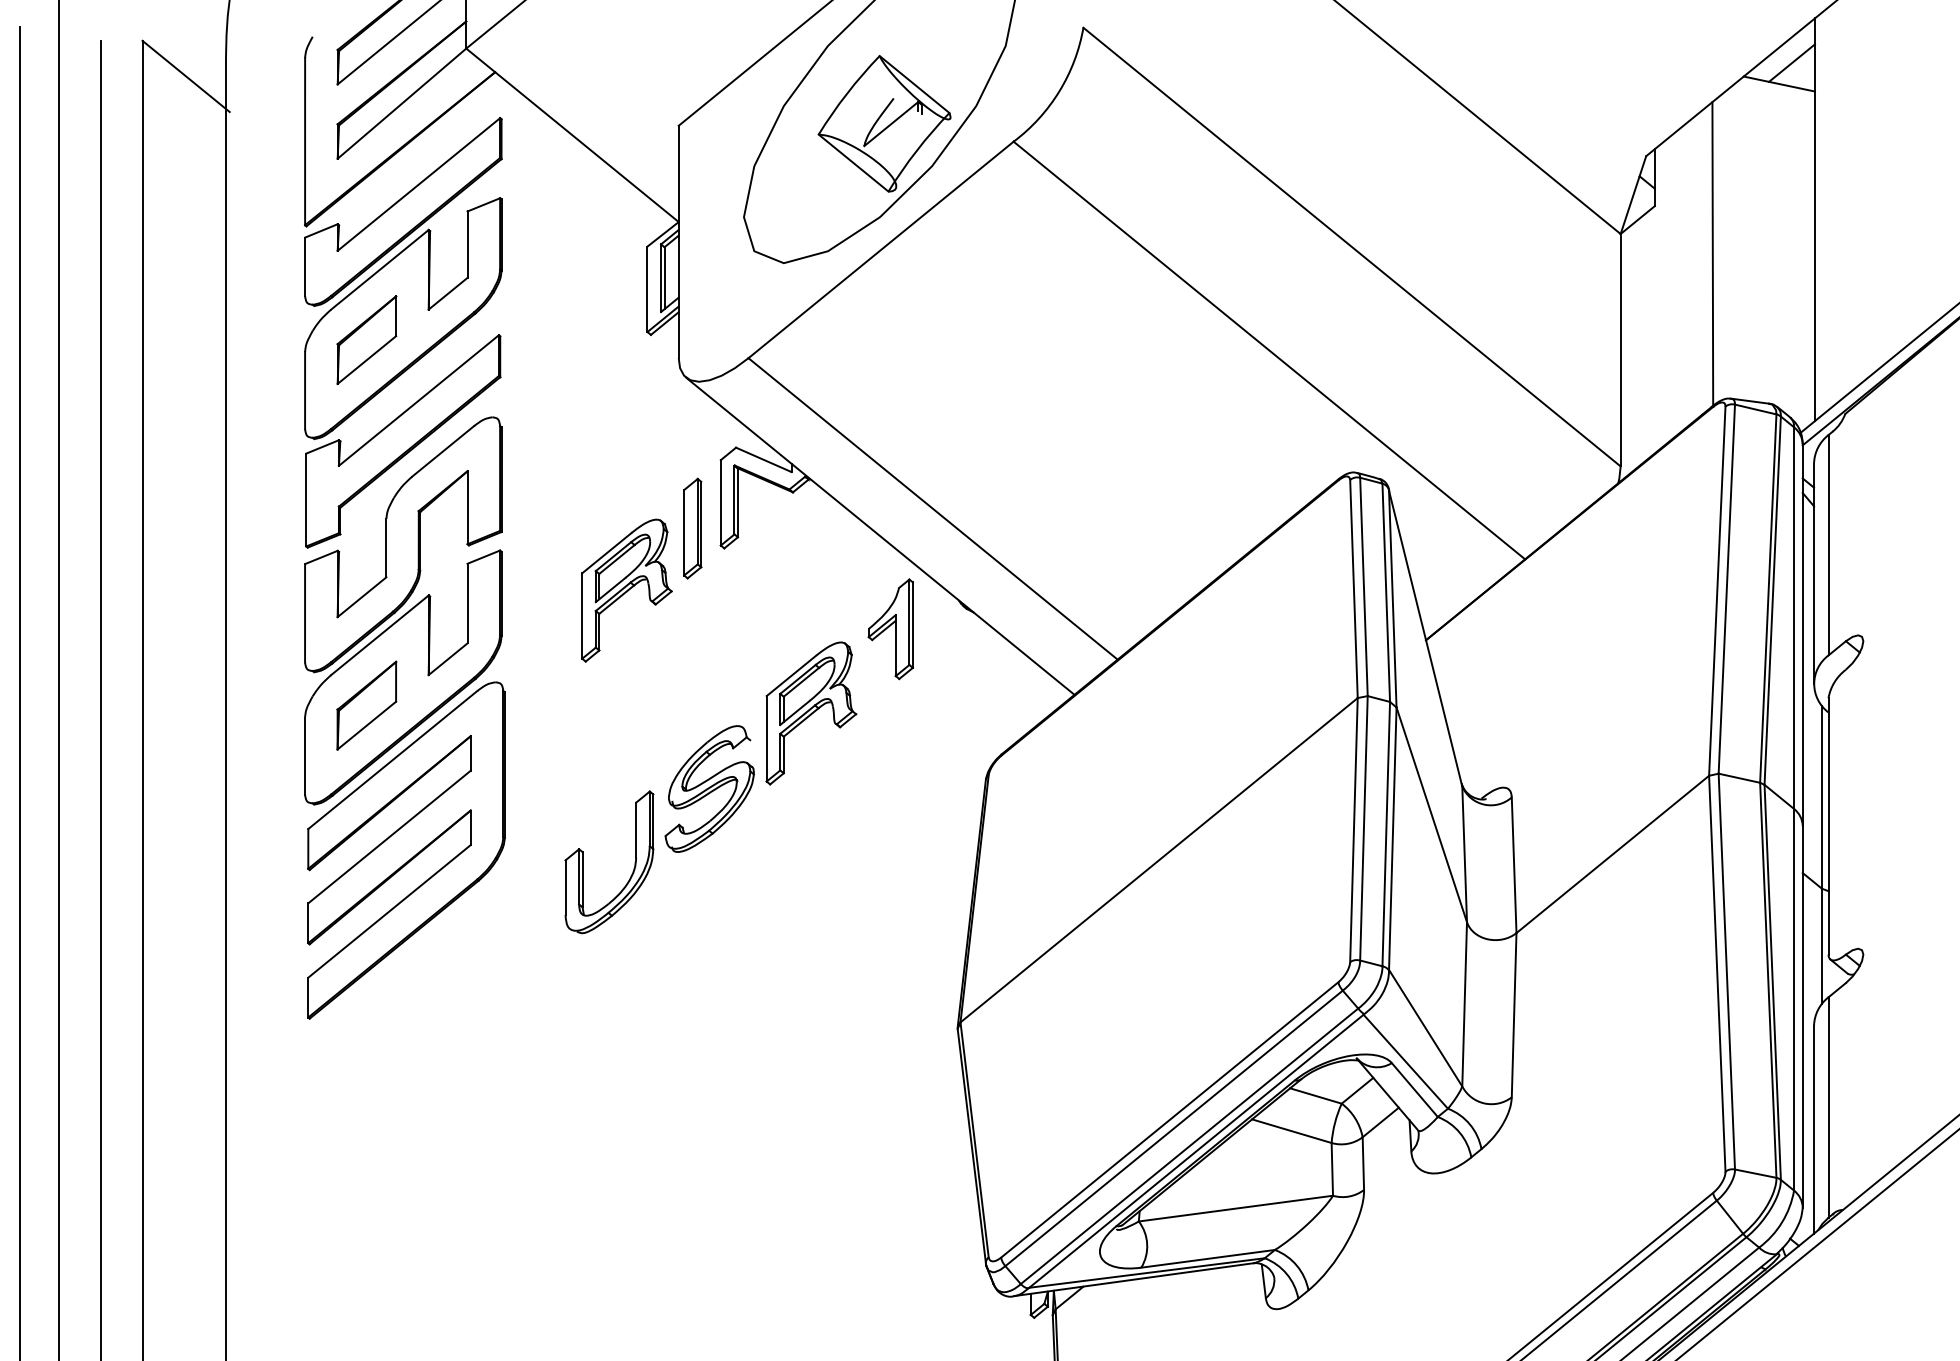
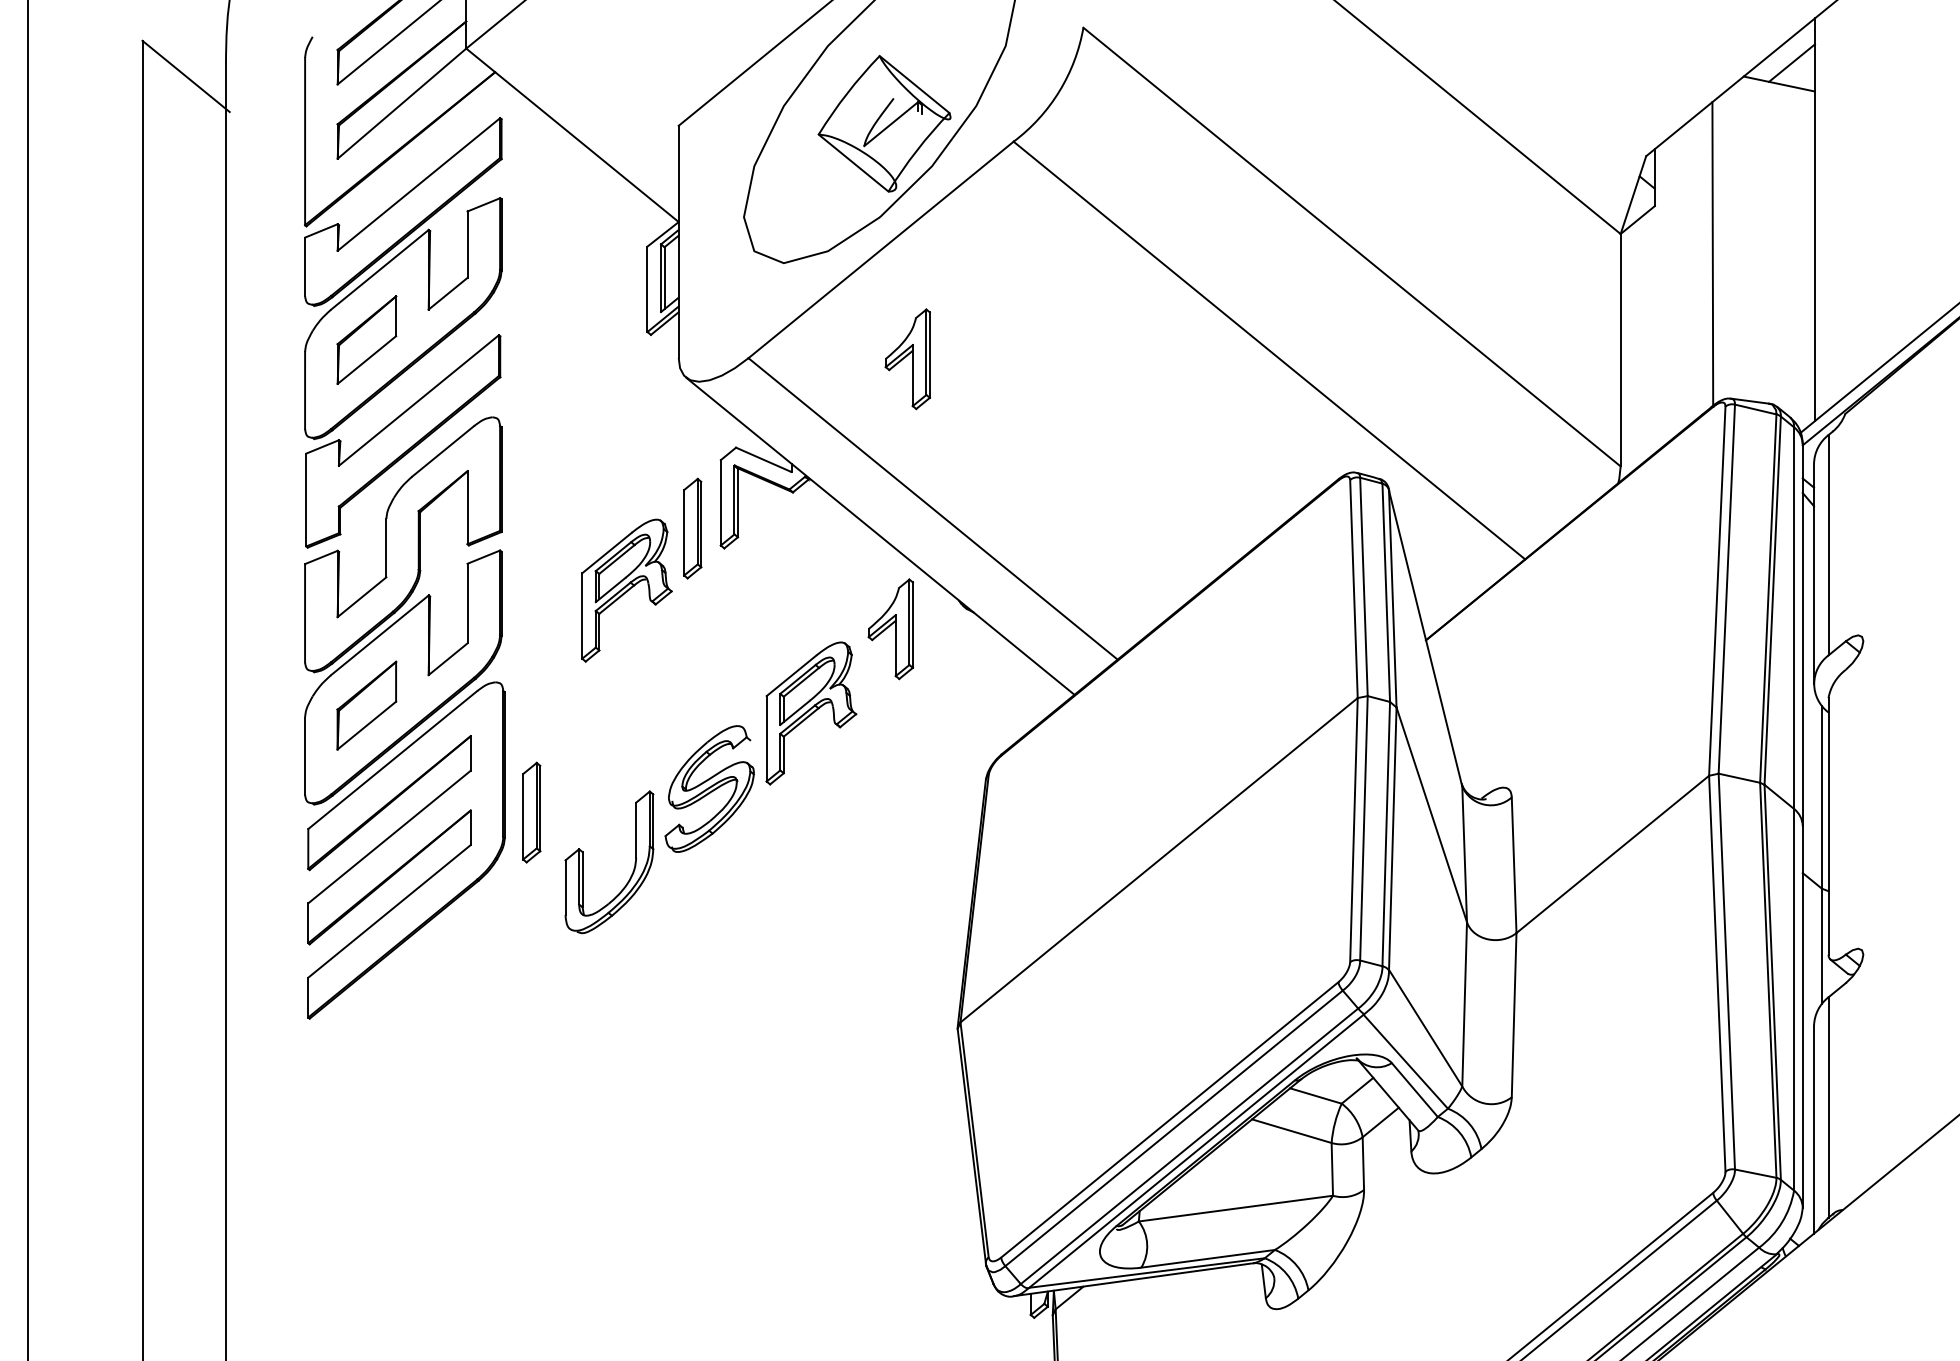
part at (907, 359): none -> present
line at (58, 679) position: (58, 679) -> (27, 679)
line at (19, 691): present -> none
line at (100, 698): present -> none
part at (531, 812): none -> present
line at (1817, 1244): present -> none
